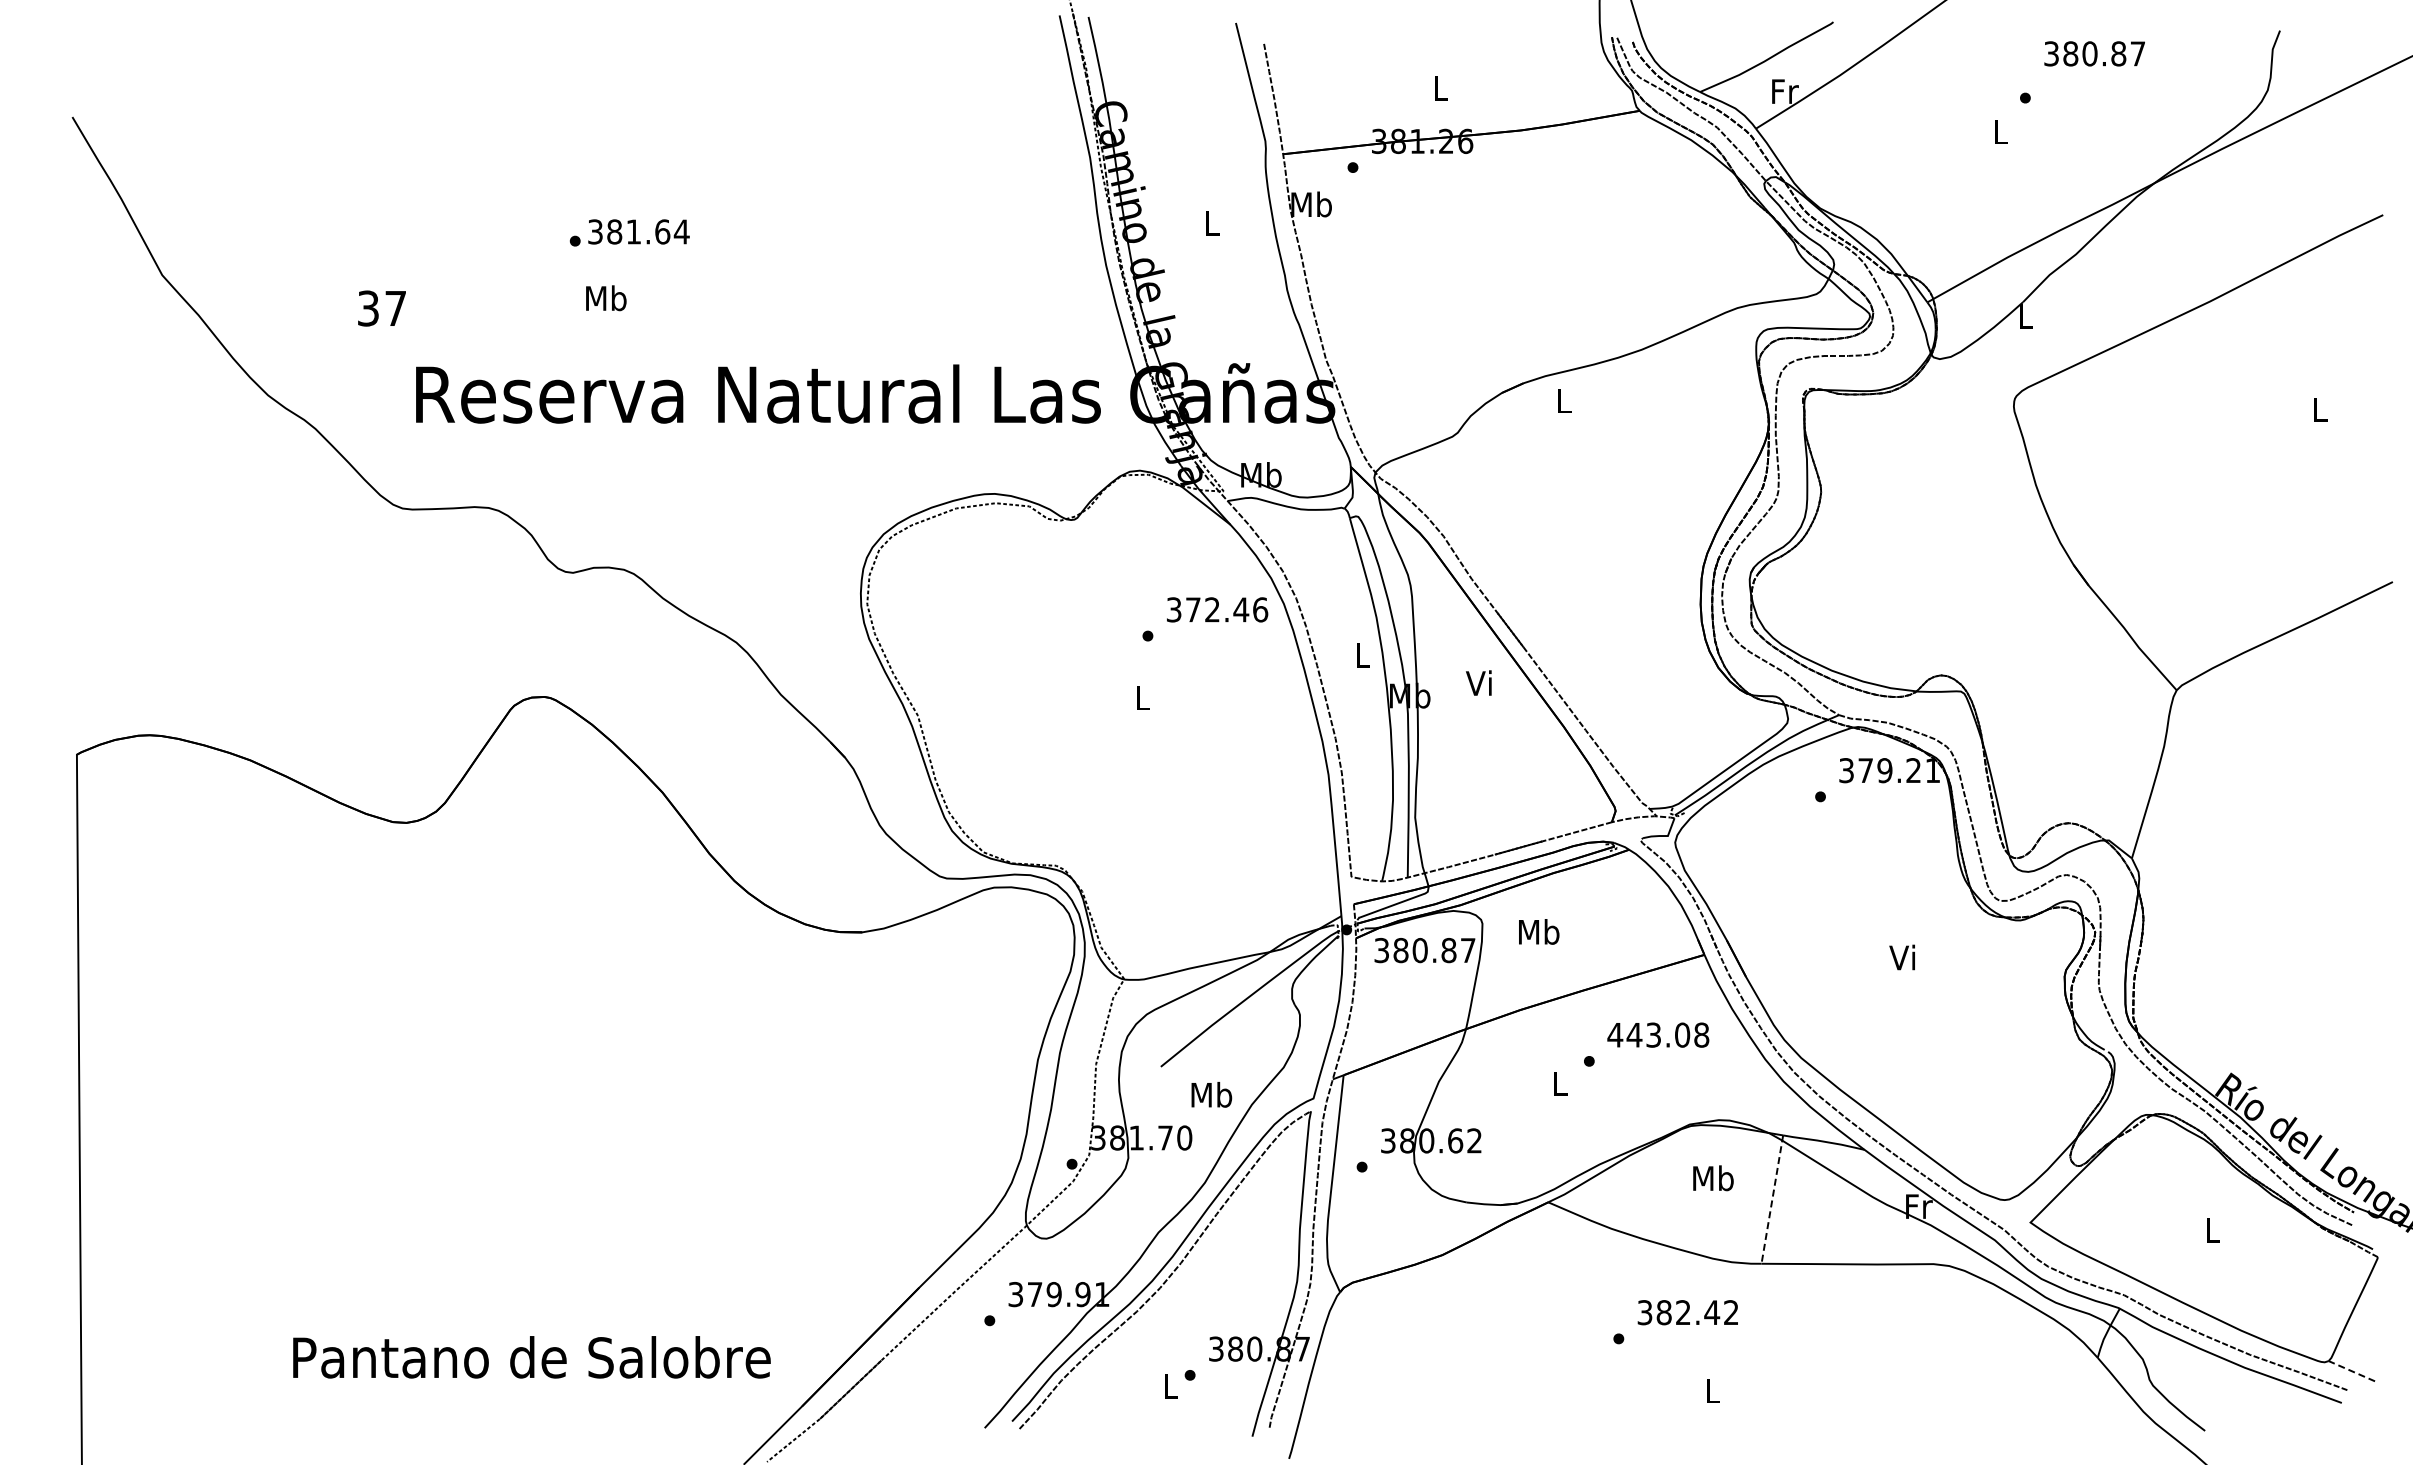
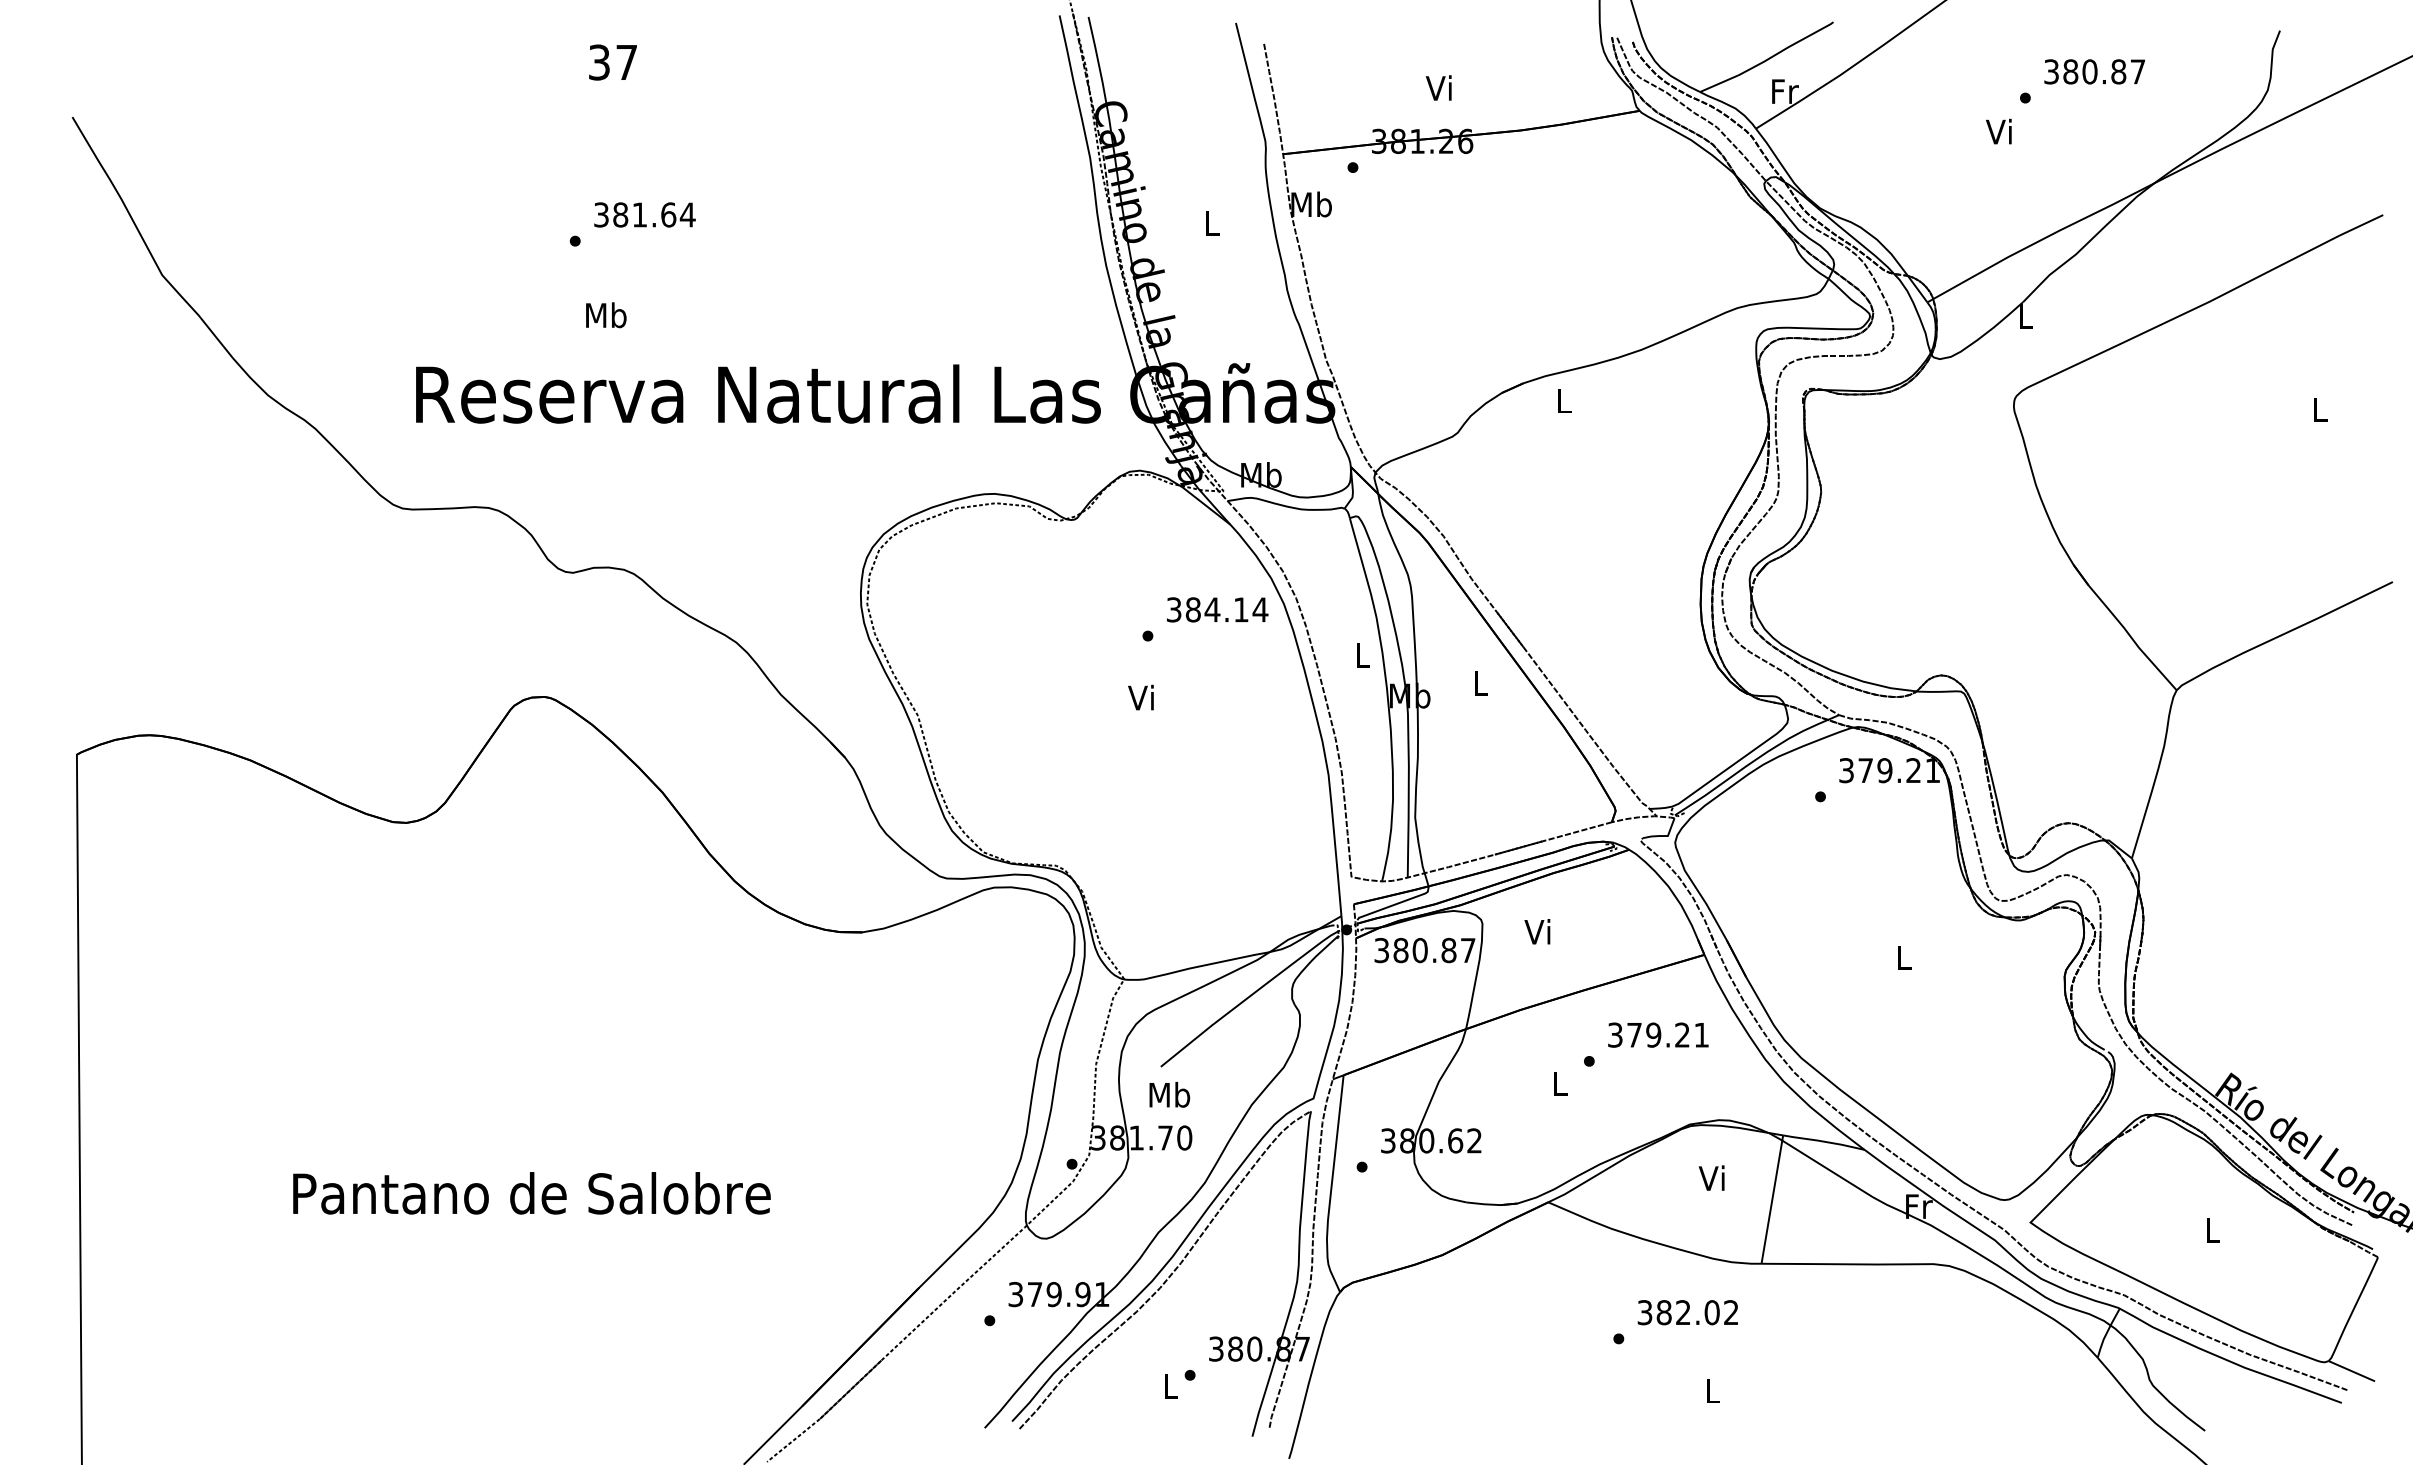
text at (2094, 53) position: (2094, 53) -> (2094, 71)
text at (1438, 87): L -> Vi
text at (1998, 131): L -> Vi
text at (638, 231) position: (638, 231) -> (644, 214)
text at (606, 298) position: (606, 298) -> (606, 315)
text at (381, 308) position: (381, 308) -> (612, 62)
text at (1226, 609): 372.46 -> 384.14
text at (1478, 682): Vi -> L
text at (1140, 697): L -> Vi
text at (1539, 931): Mb -> Vi
text at (1901, 957): Vi -> L
text at (1658, 1034): 443.08 -> 379.21
text at (1211, 1094) position: (1211, 1094) -> (1169, 1094)
text at (1713, 1178): Mb -> Vi
line at (1772, 1199): dashed -> solid
text at (1712, 1312): 382.42 -> 382.02
text at (531, 1357) position: (531, 1357) -> (531, 1193)
line at (2351, 1371): dashed -> solid
